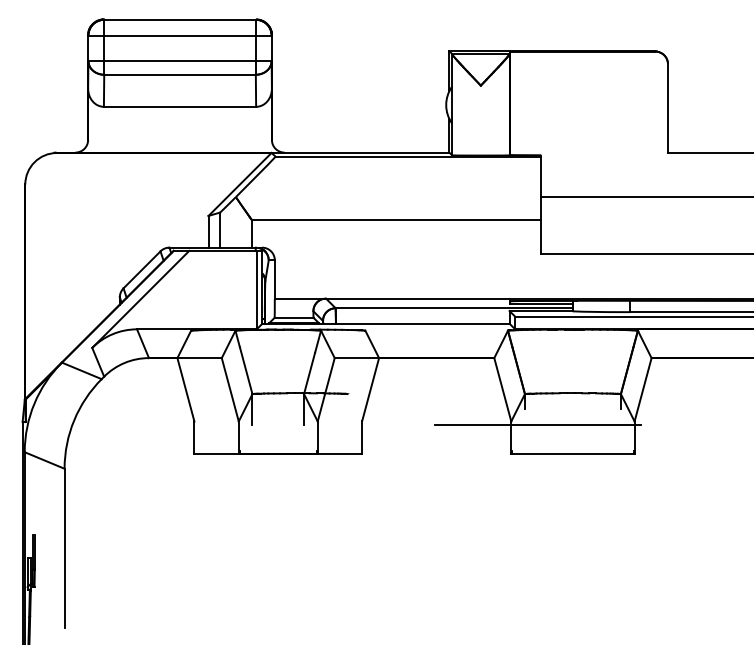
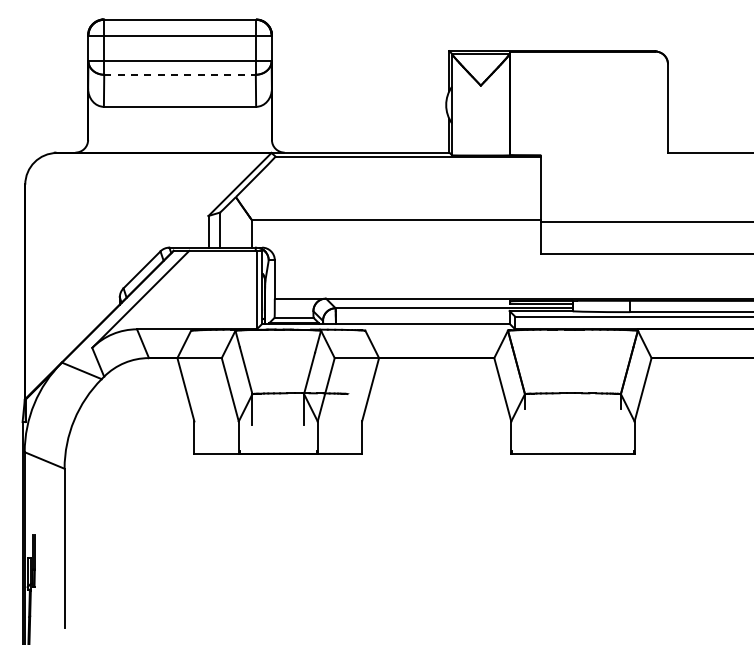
line at (180, 74): solid -> dashed
line at (645, 196) position: (645, 196) -> (645, 221)
line at (538, 425): present -> none
